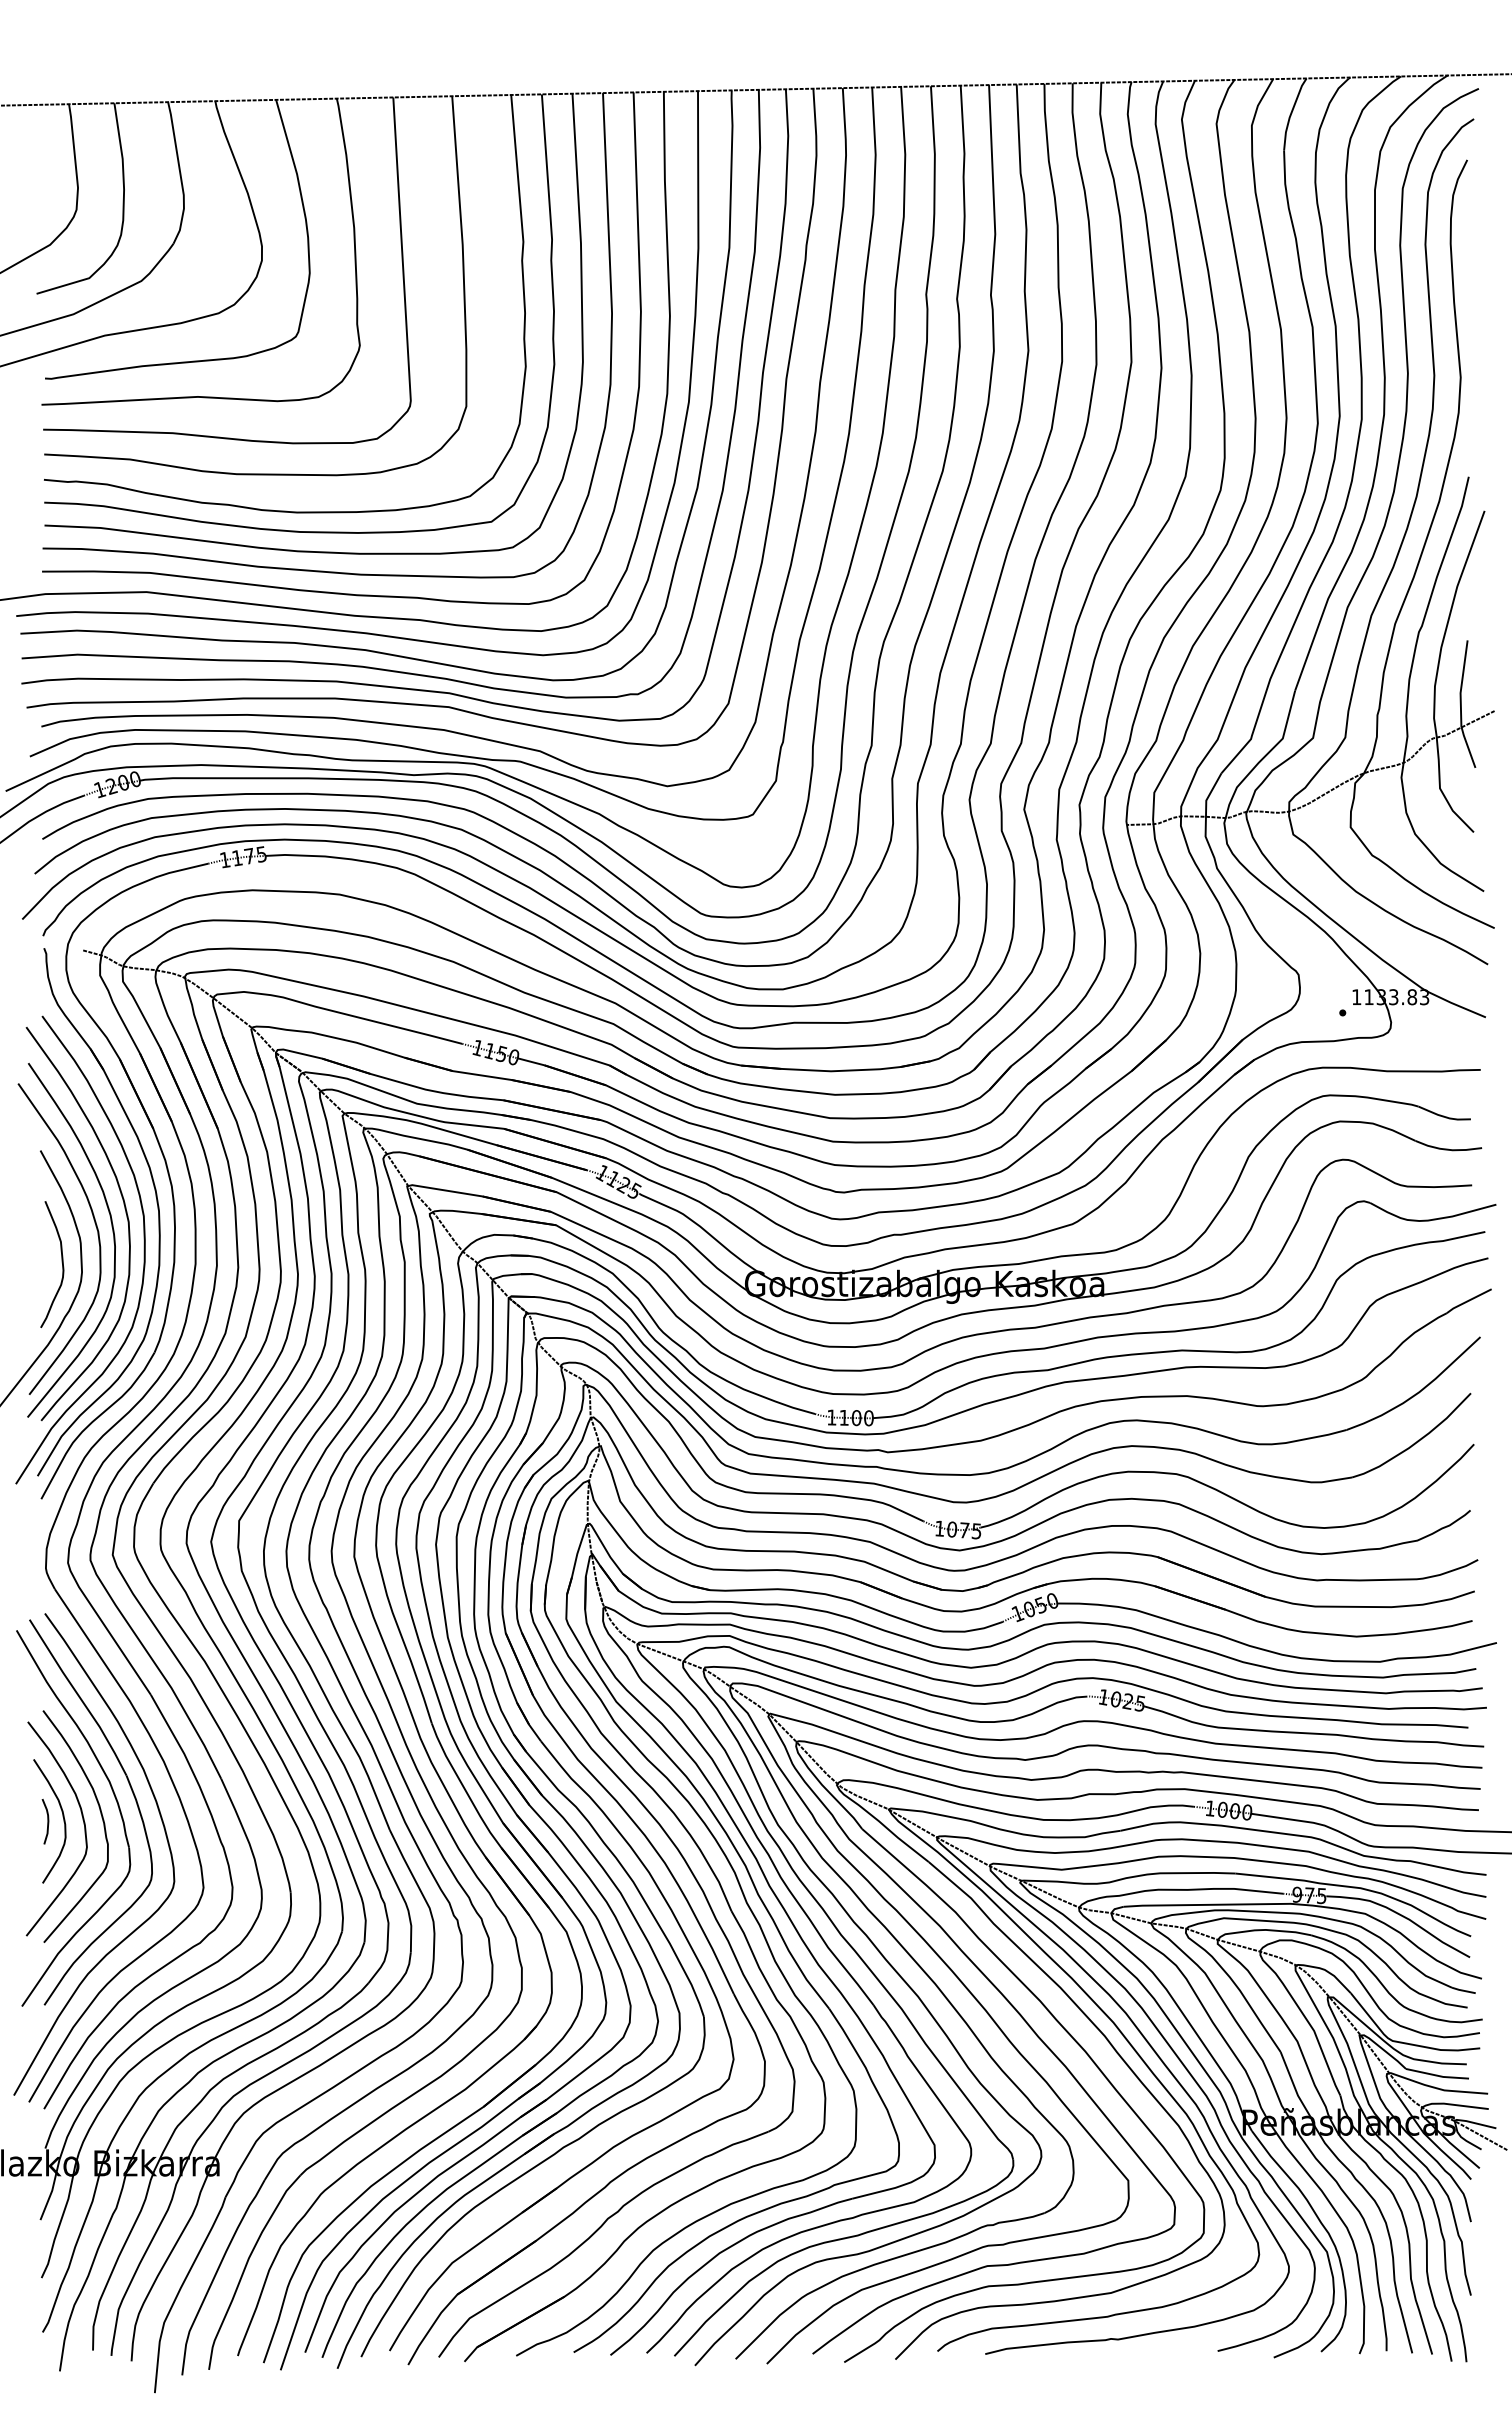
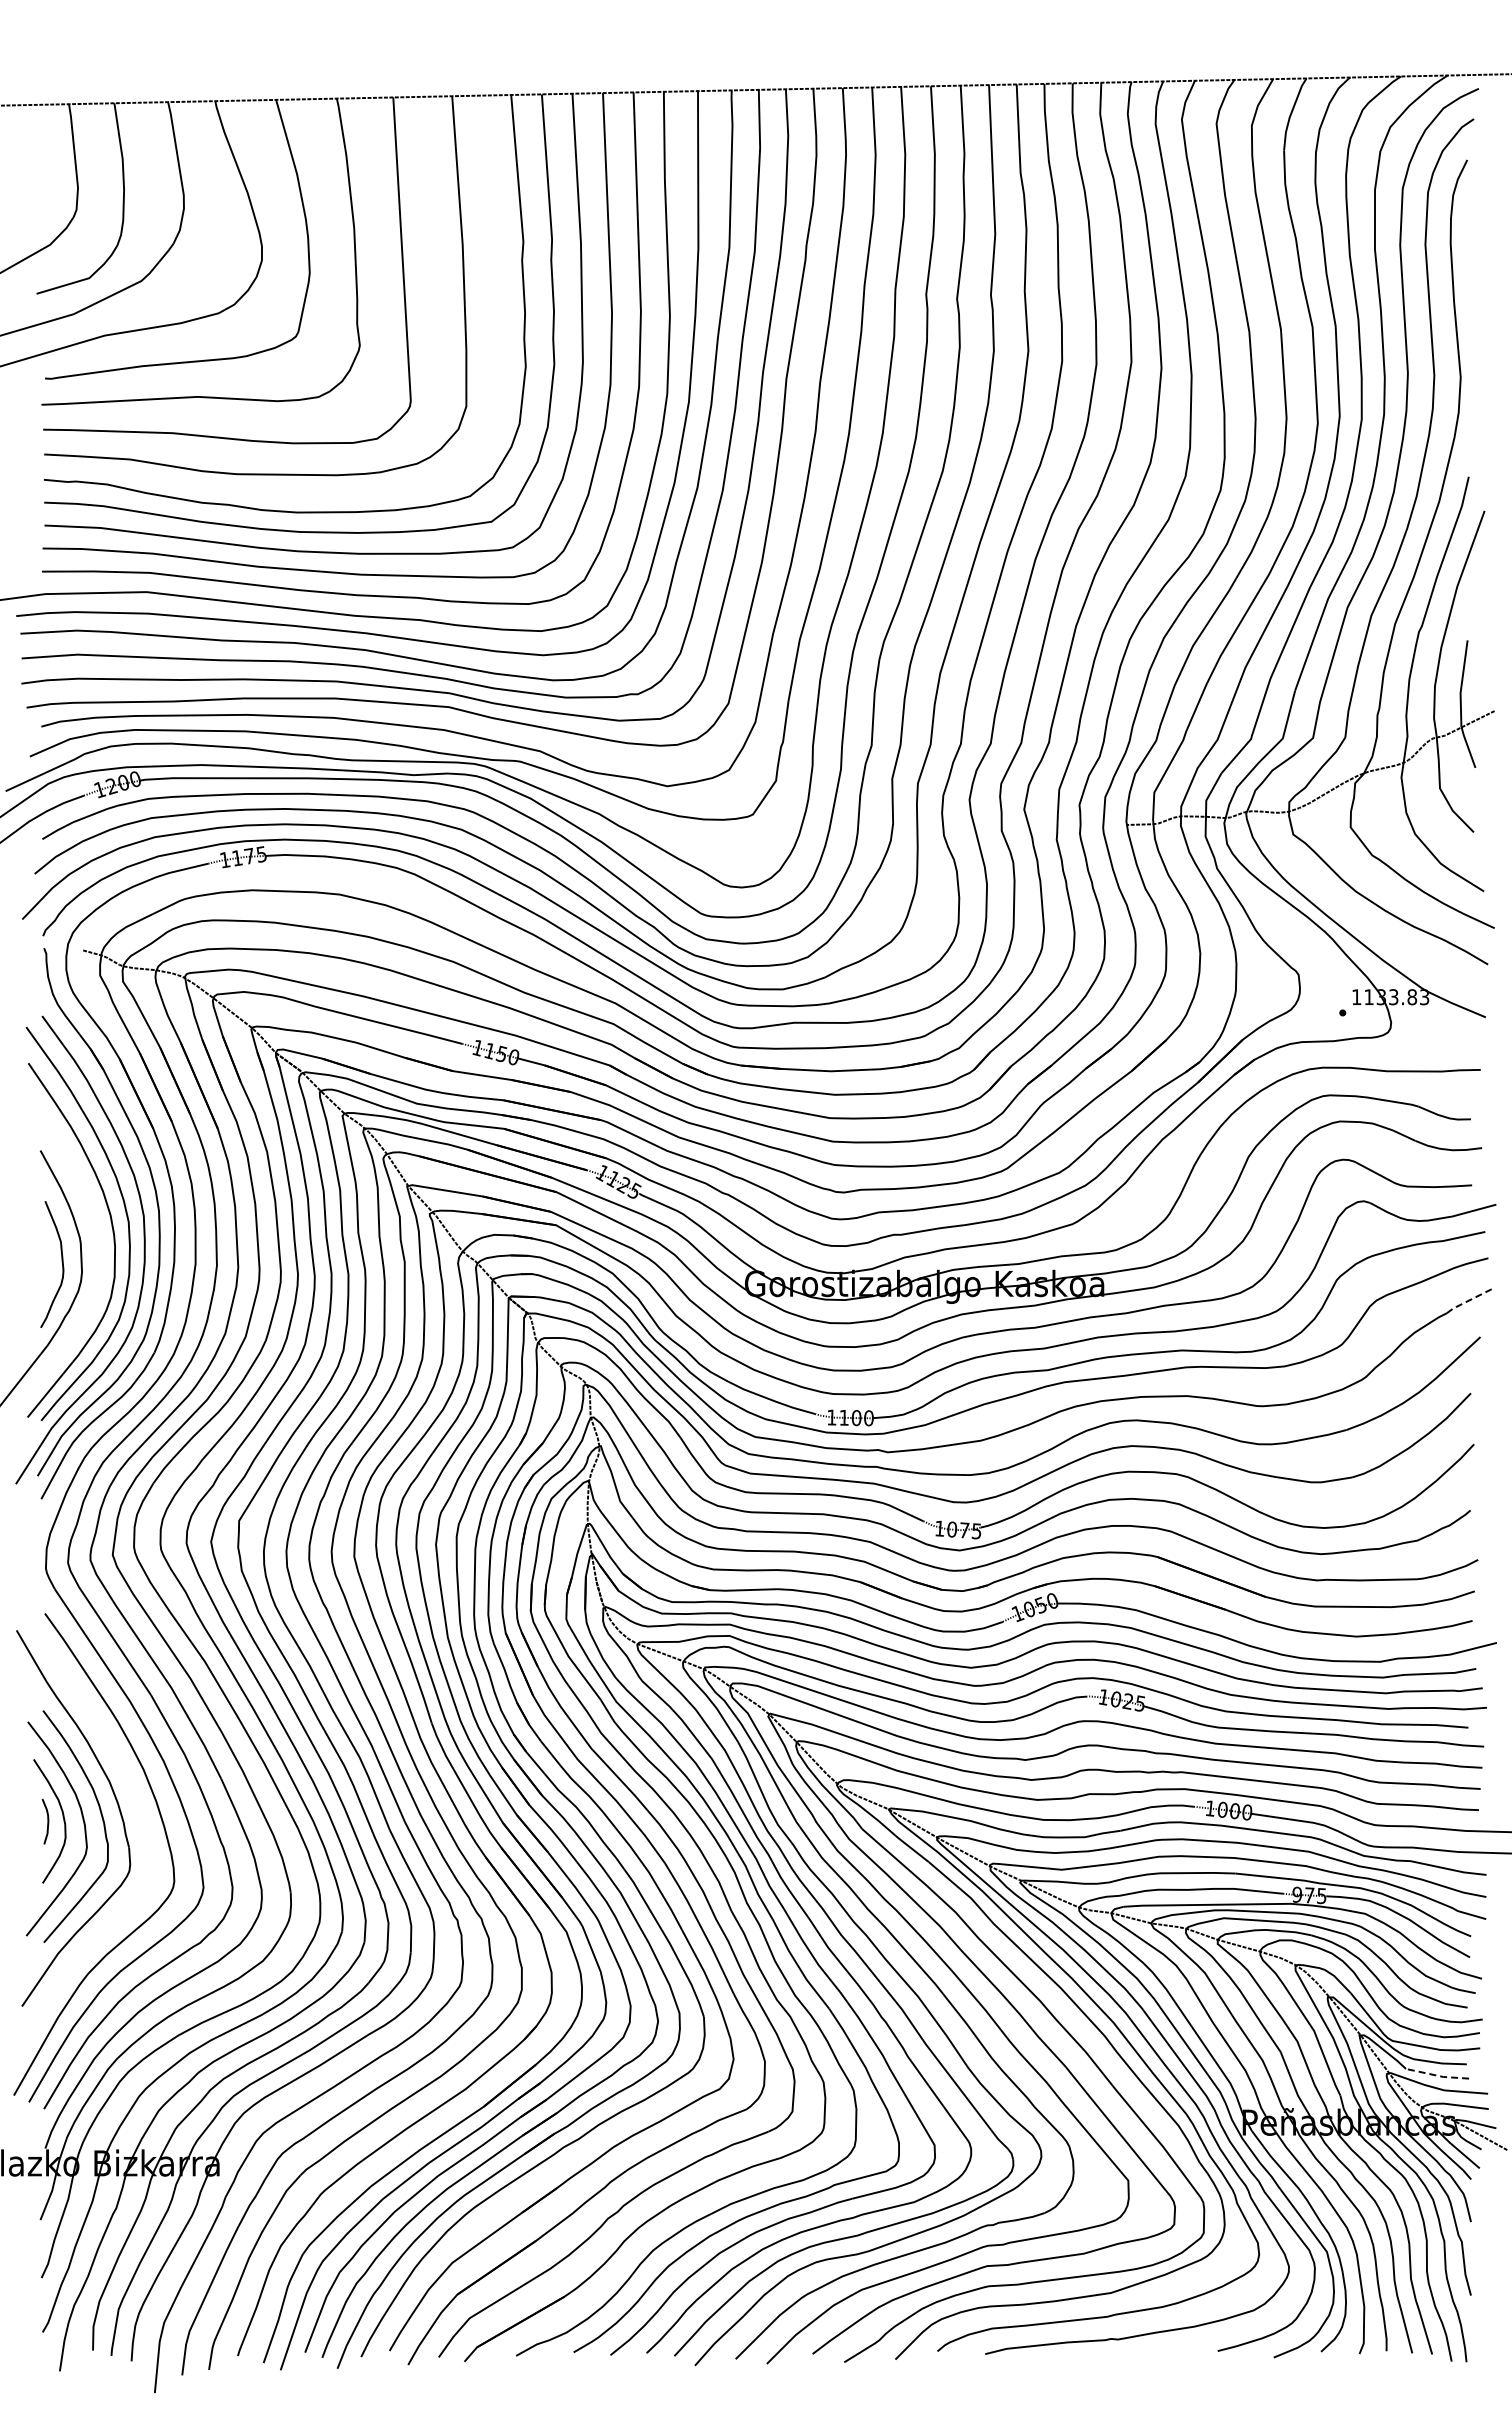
curve at (95, 1226): present -> none
line at (1468, 1300): solid -> dashed
part at (133, 1796): present -> none
line at (1437, 2075): solid -> dashed
